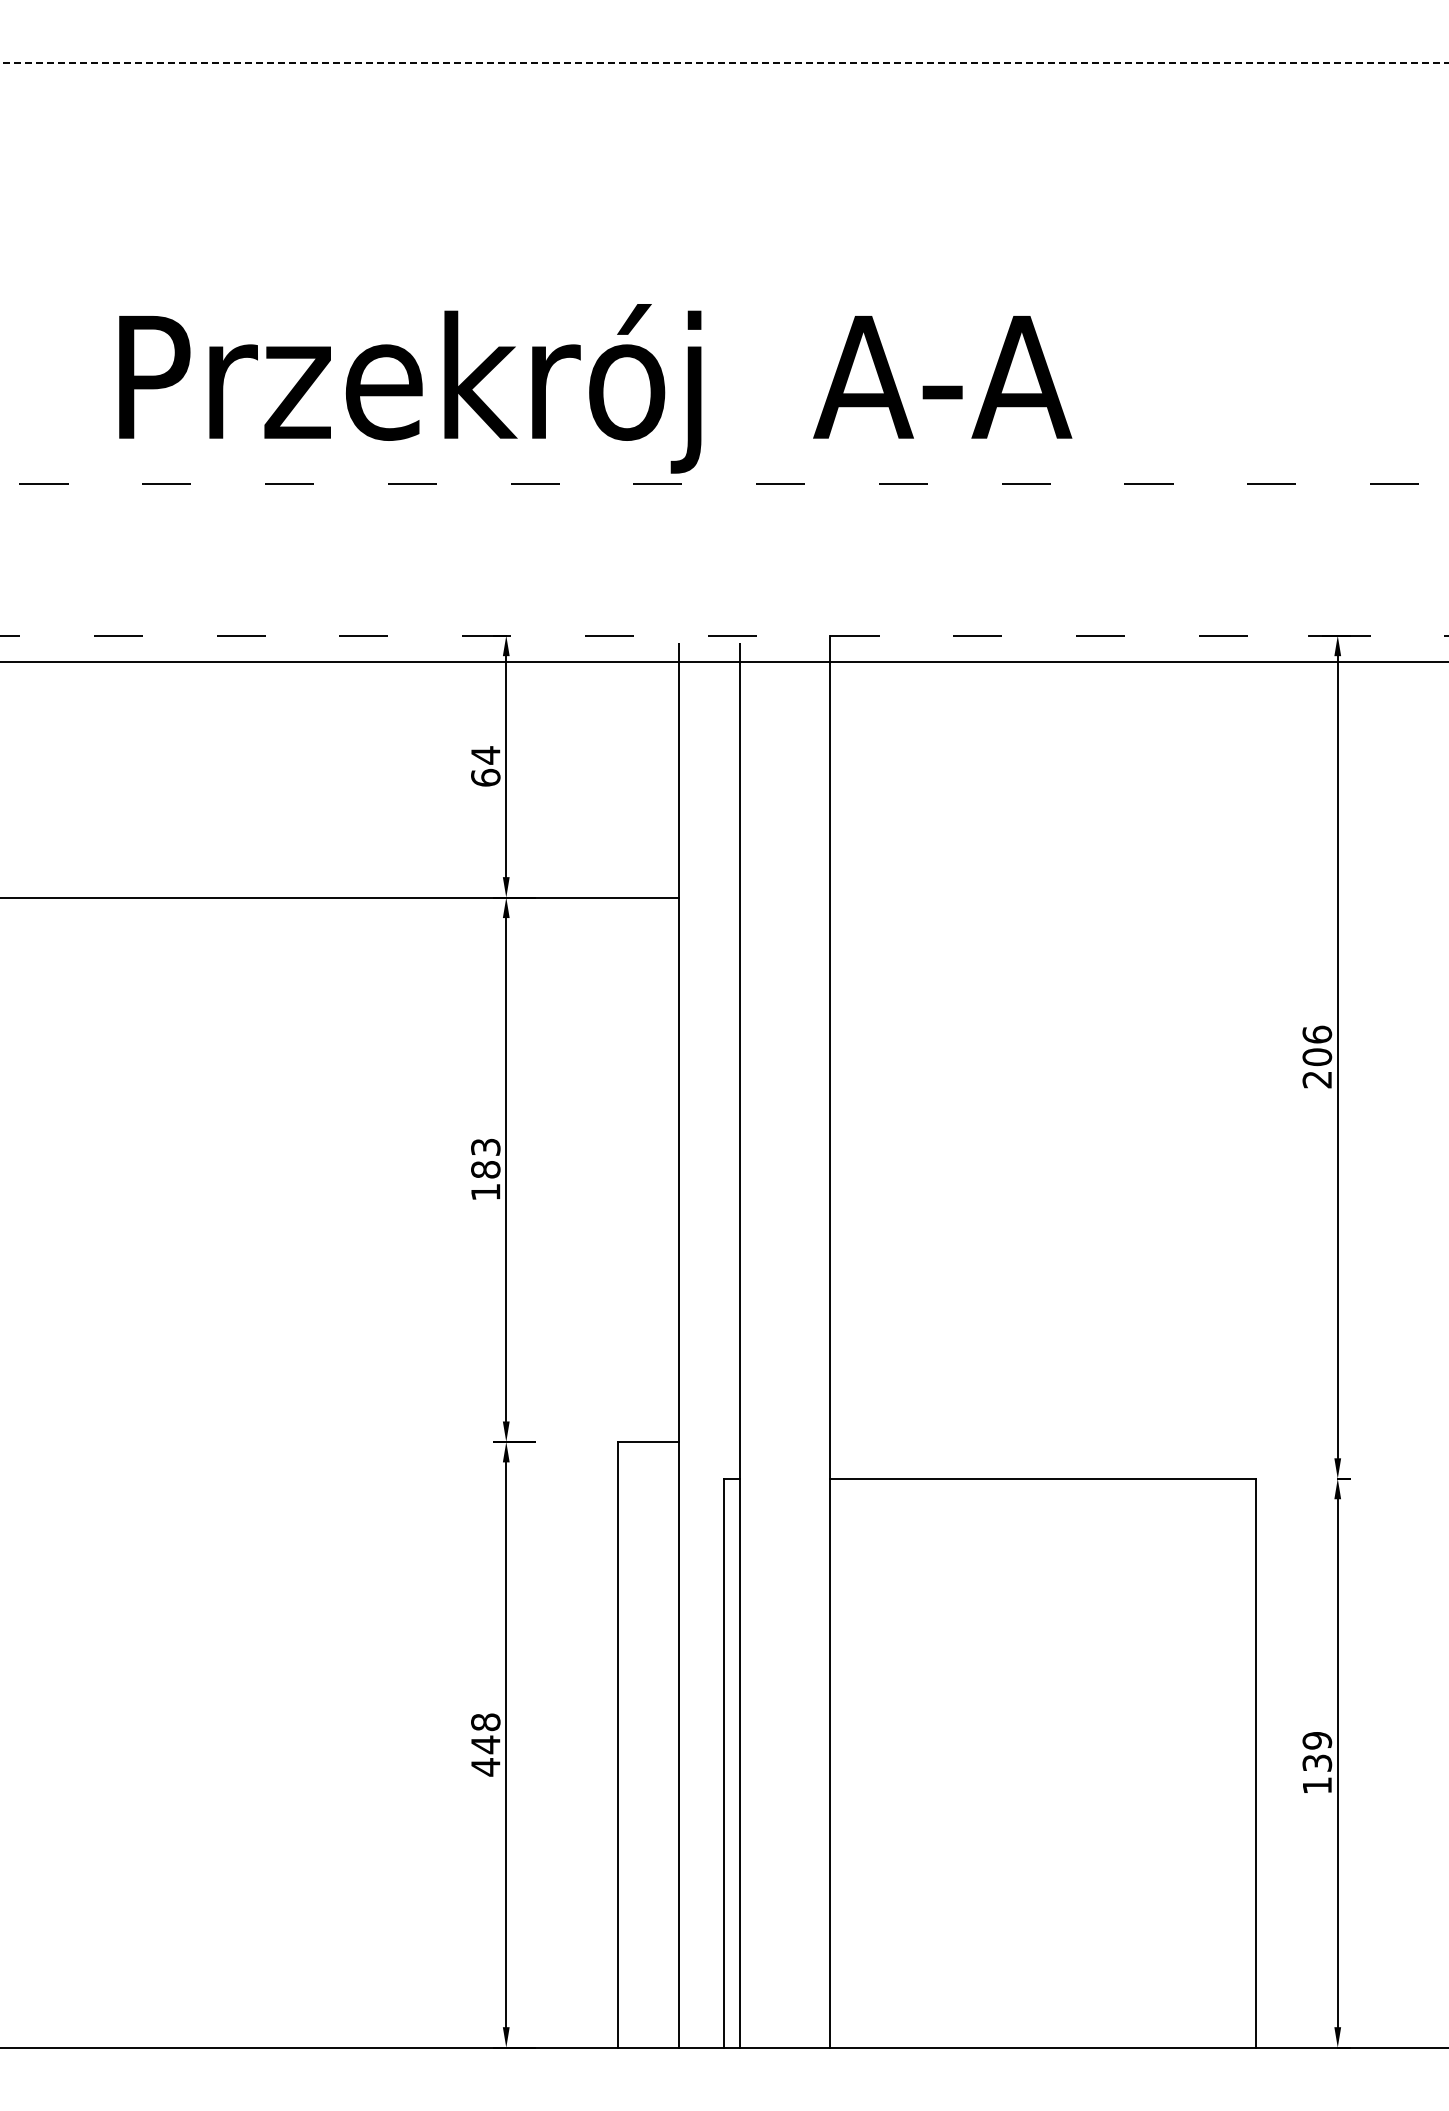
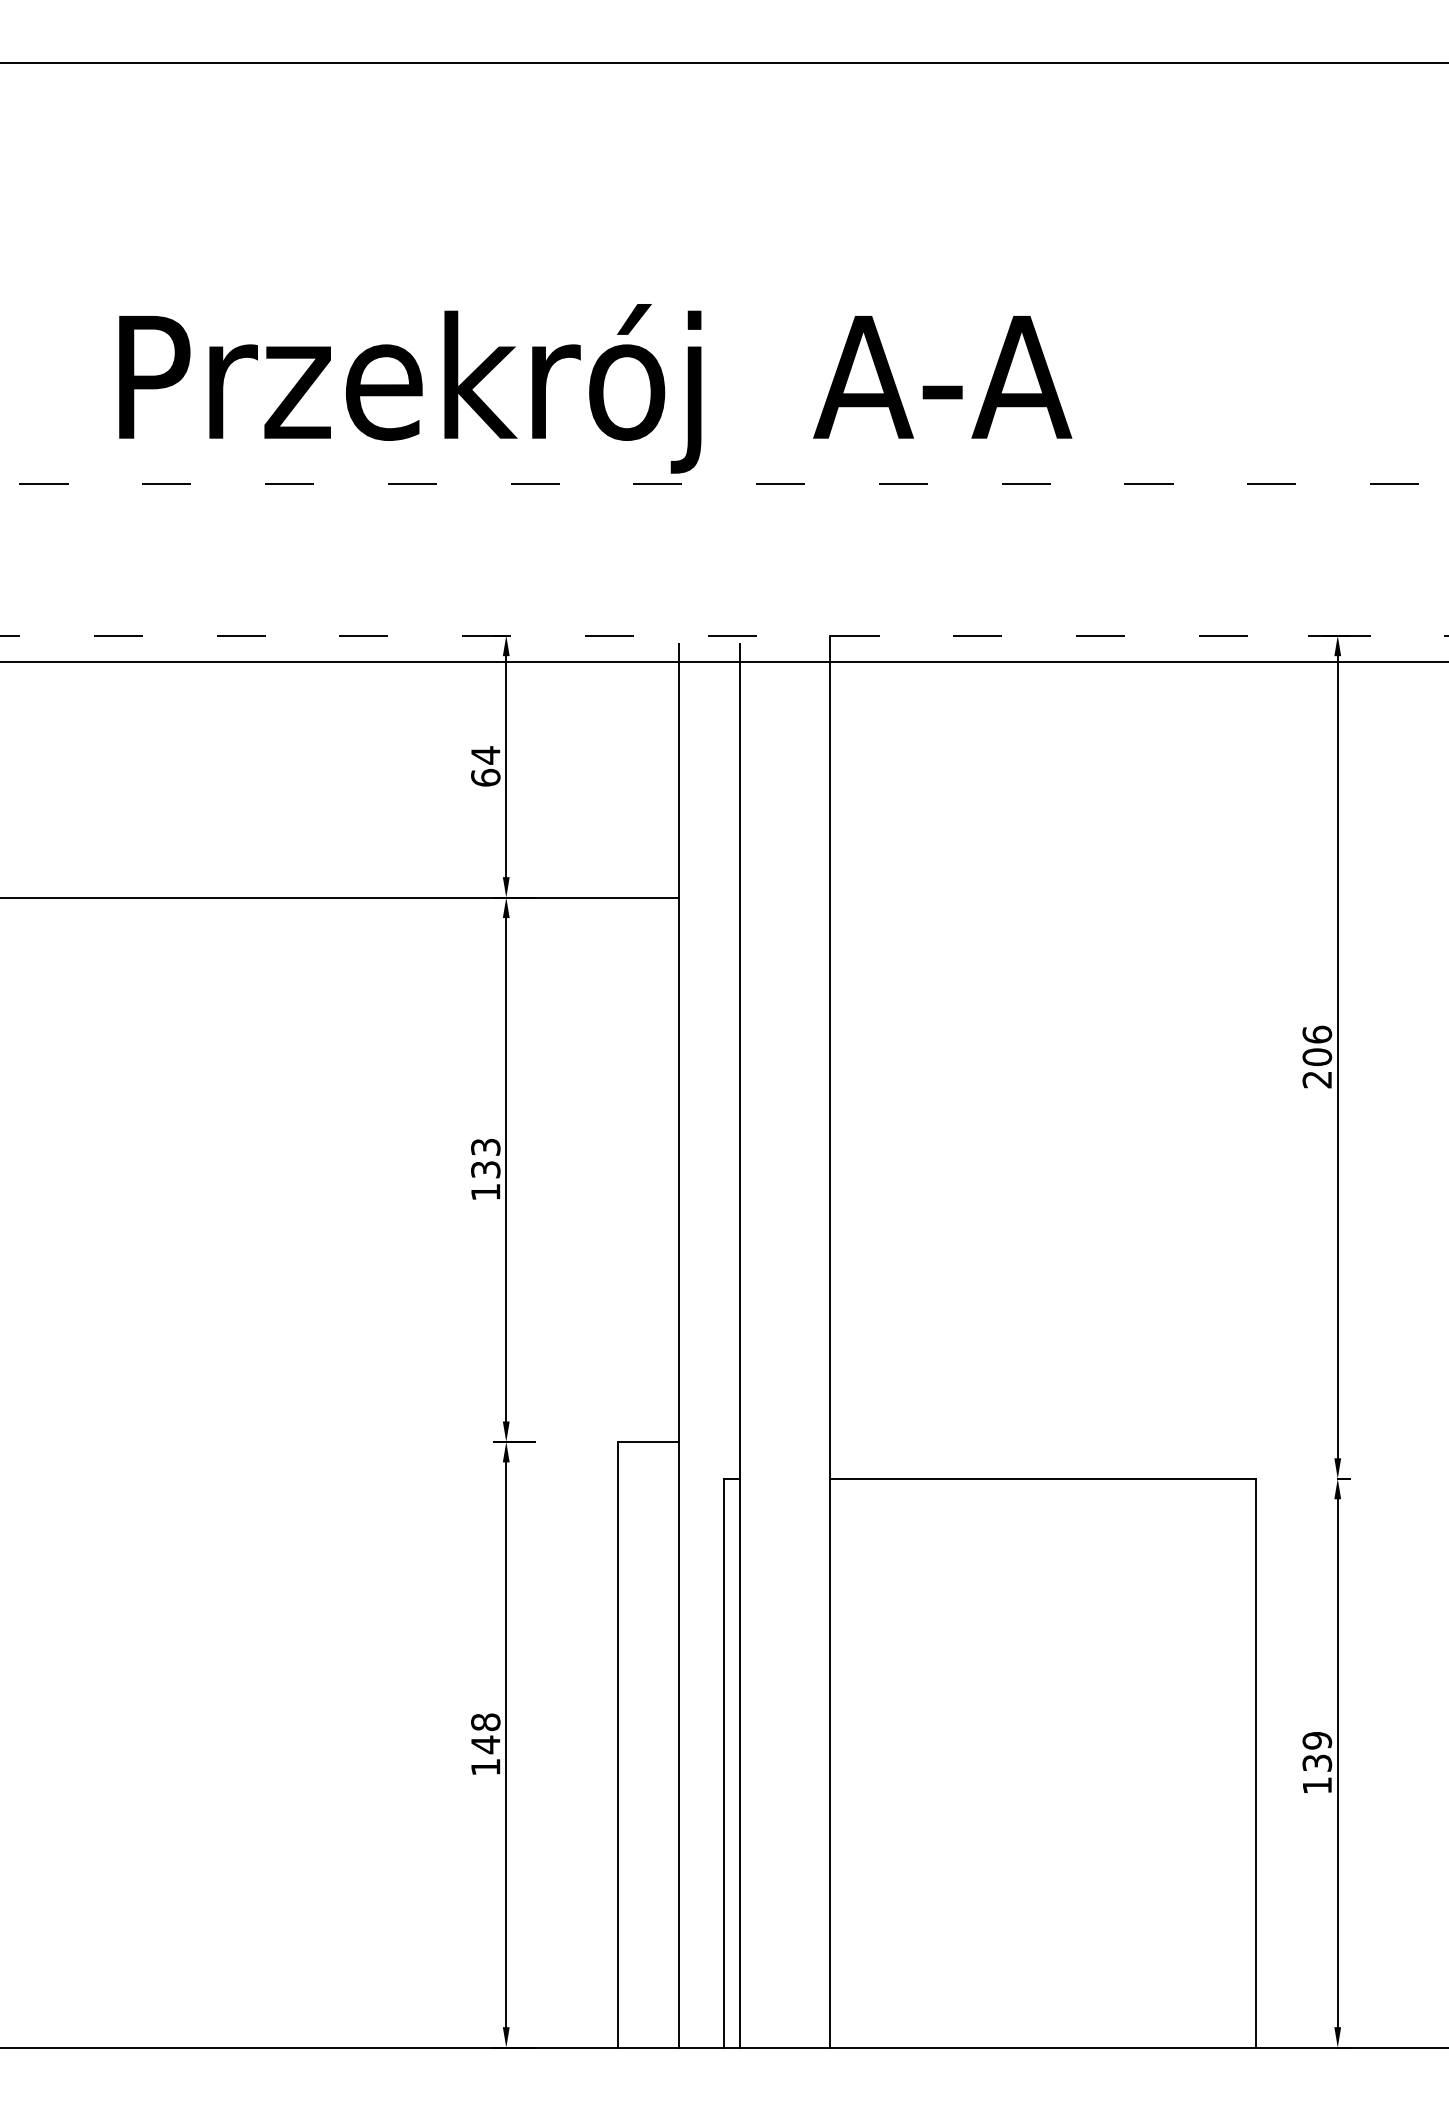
line at (725, 63): dashed -> solid
text at (485, 1169): 183 -> 133
text at (485, 1767): 448 -> 148
